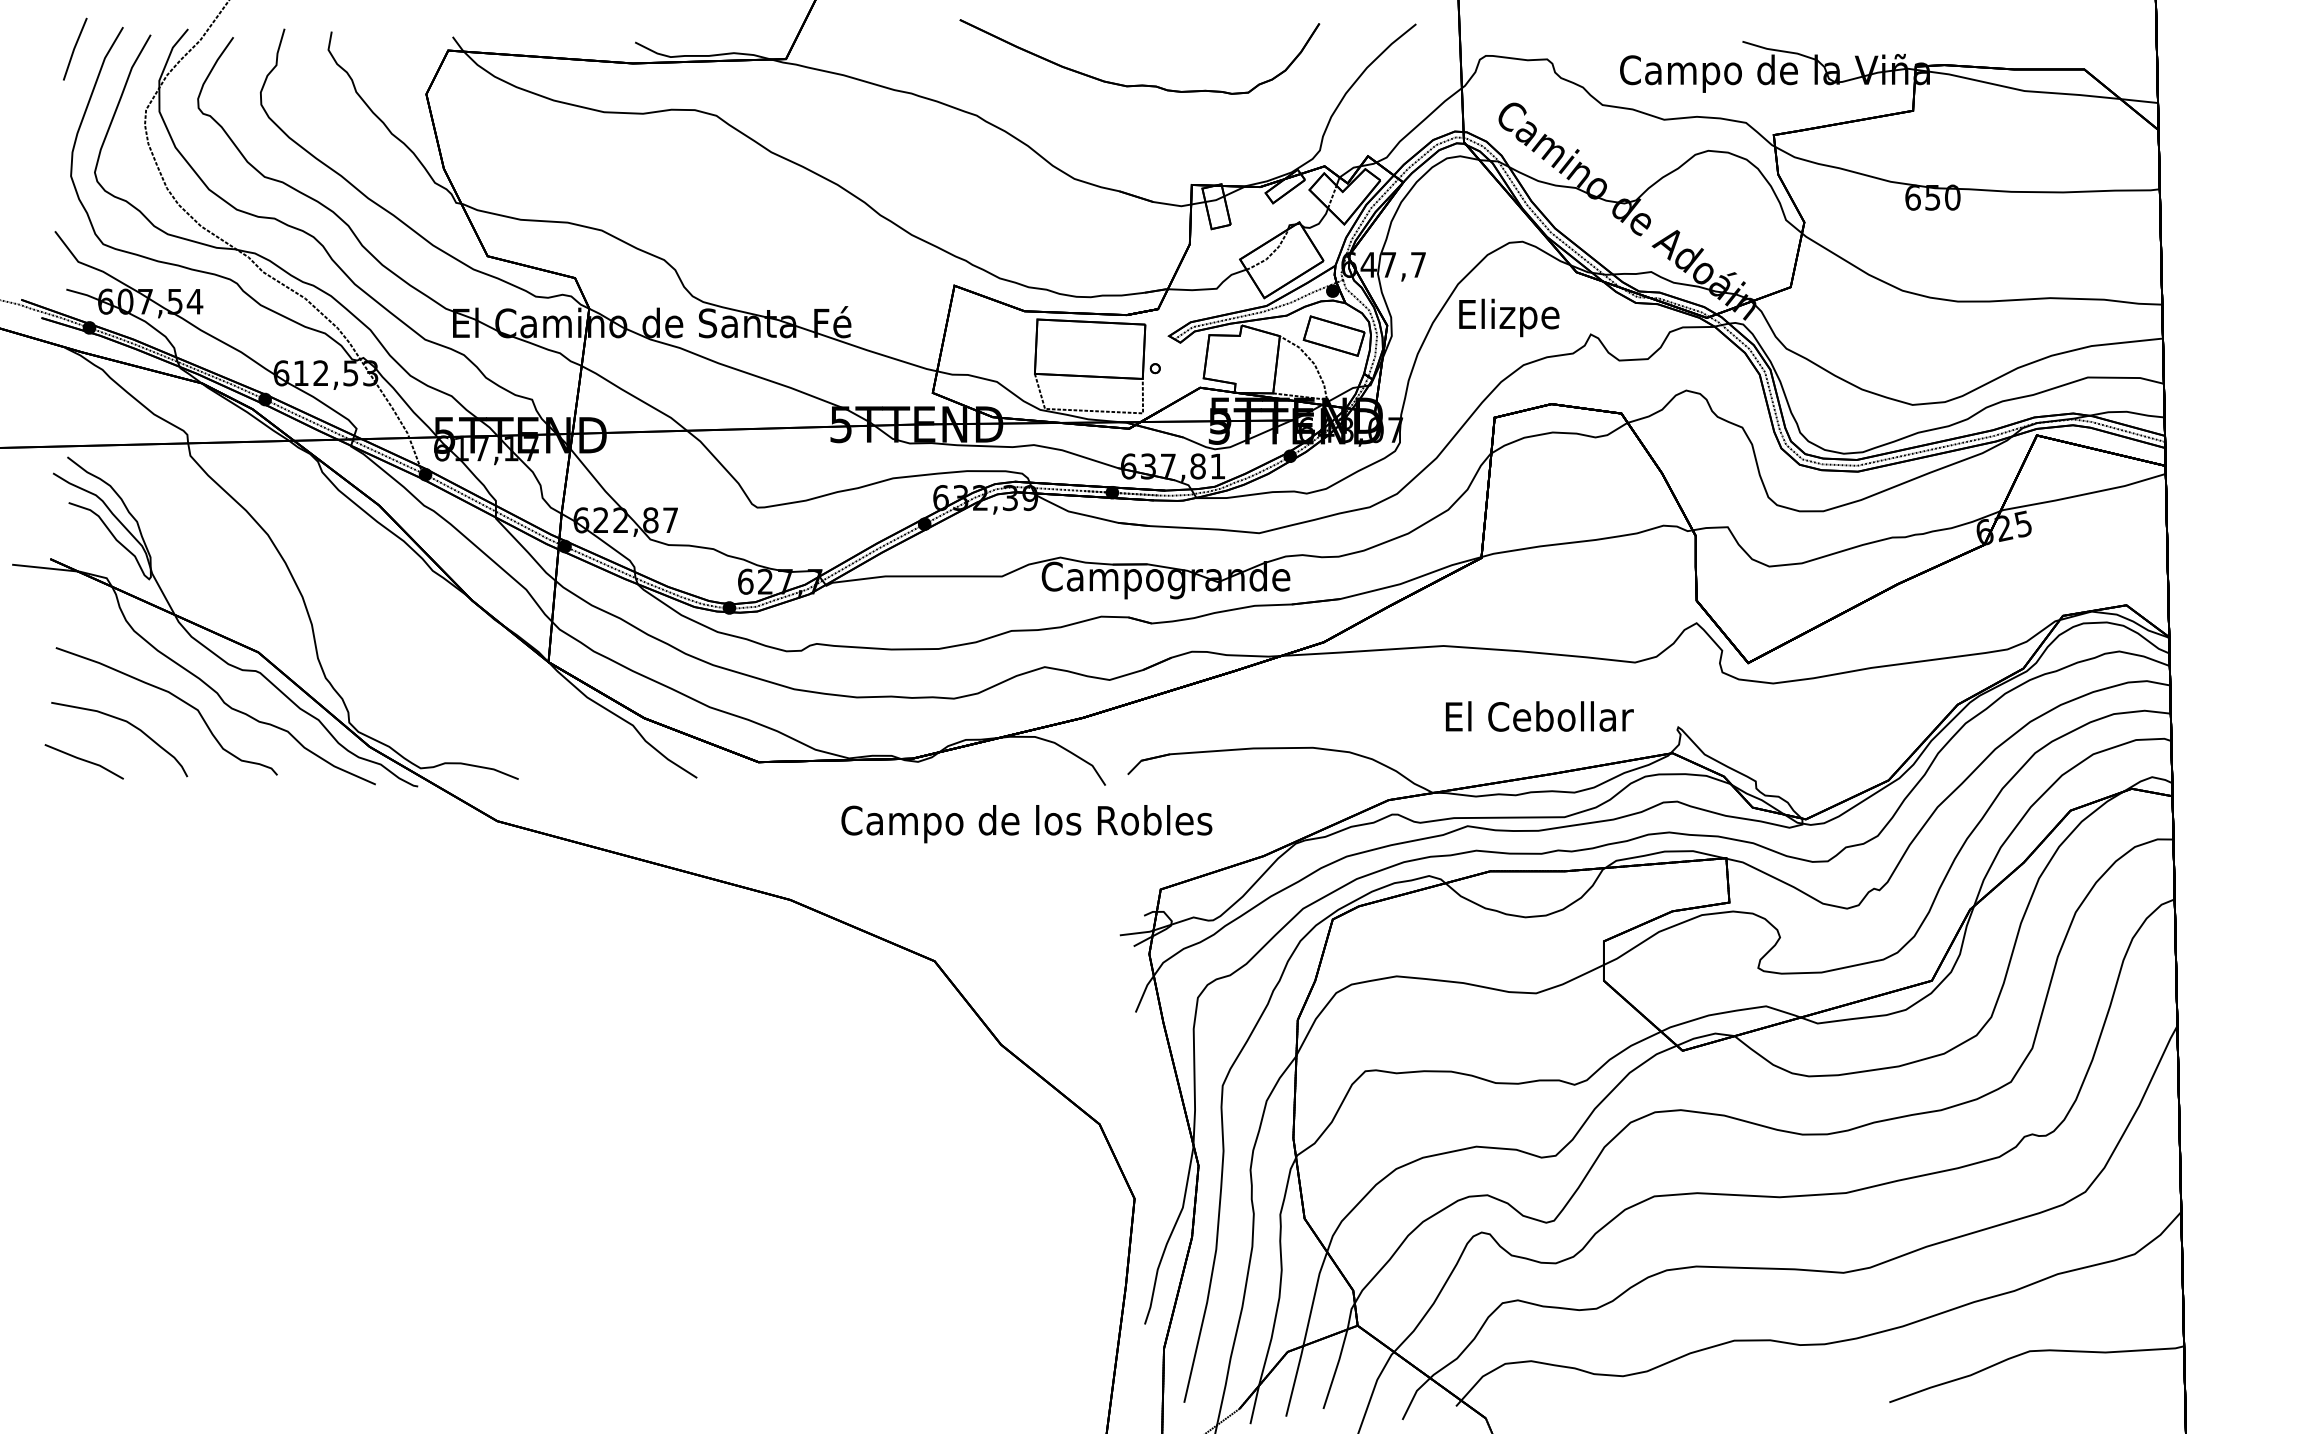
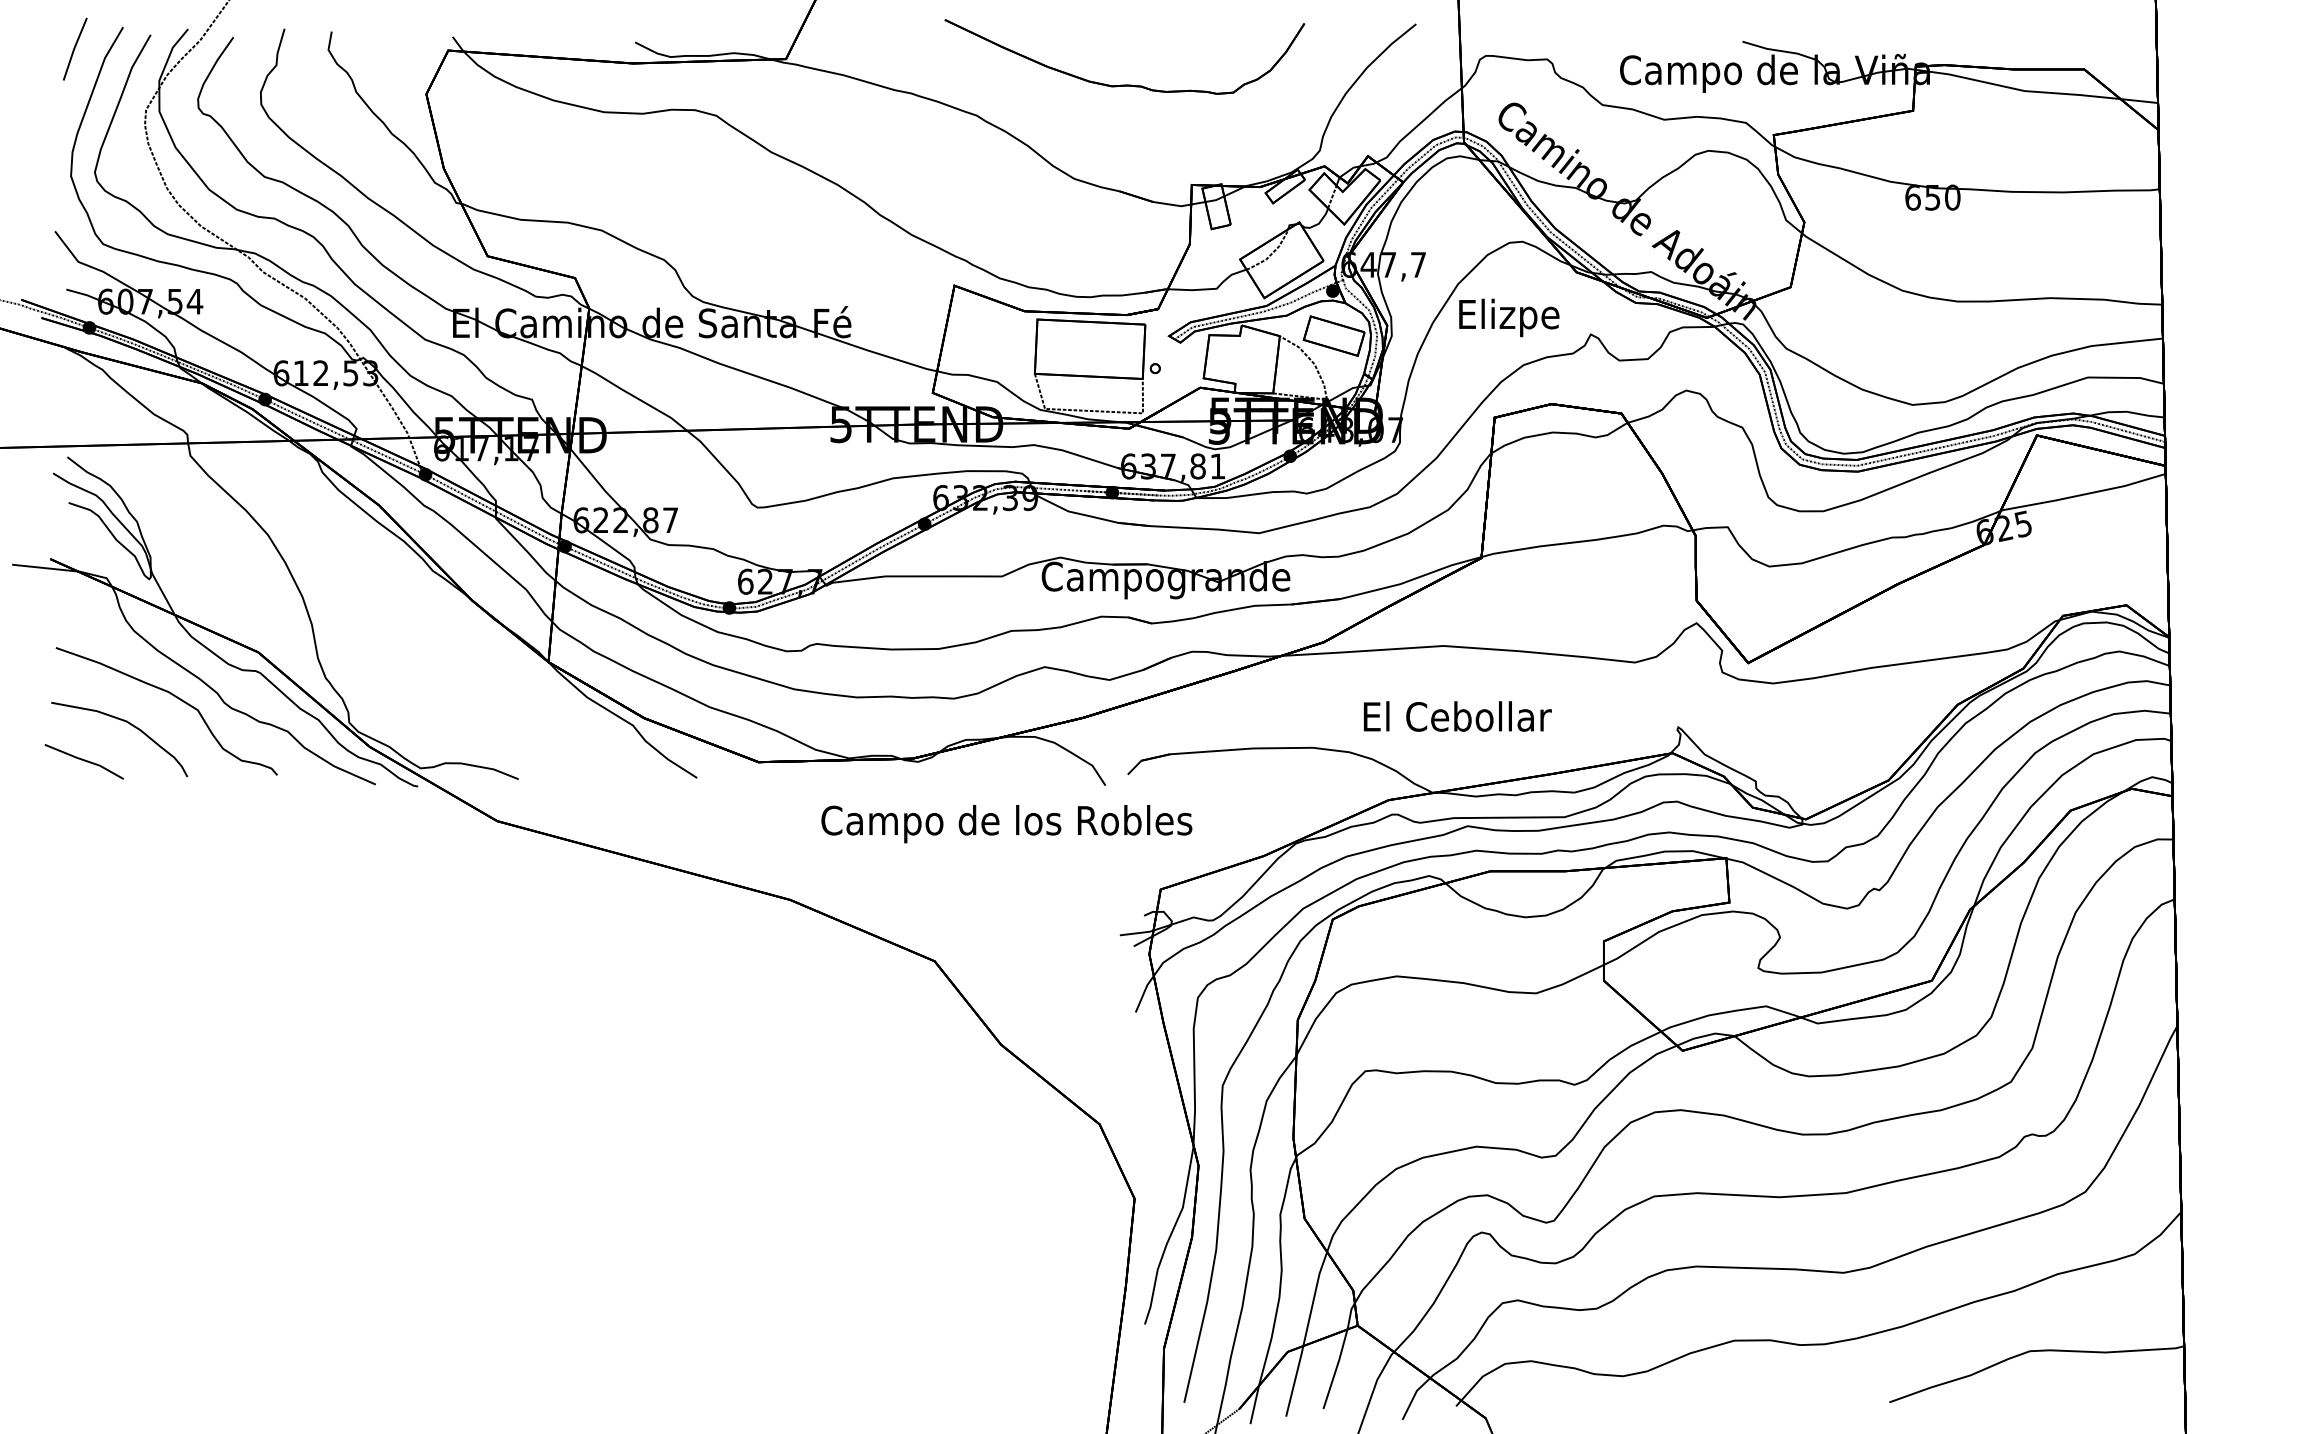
part at (1139, 84) position: (1139, 84) -> (1124, 84)
text at (1539, 716) position: (1539, 716) -> (1457, 716)
text at (1026, 824) position: (1026, 824) -> (1006, 824)
